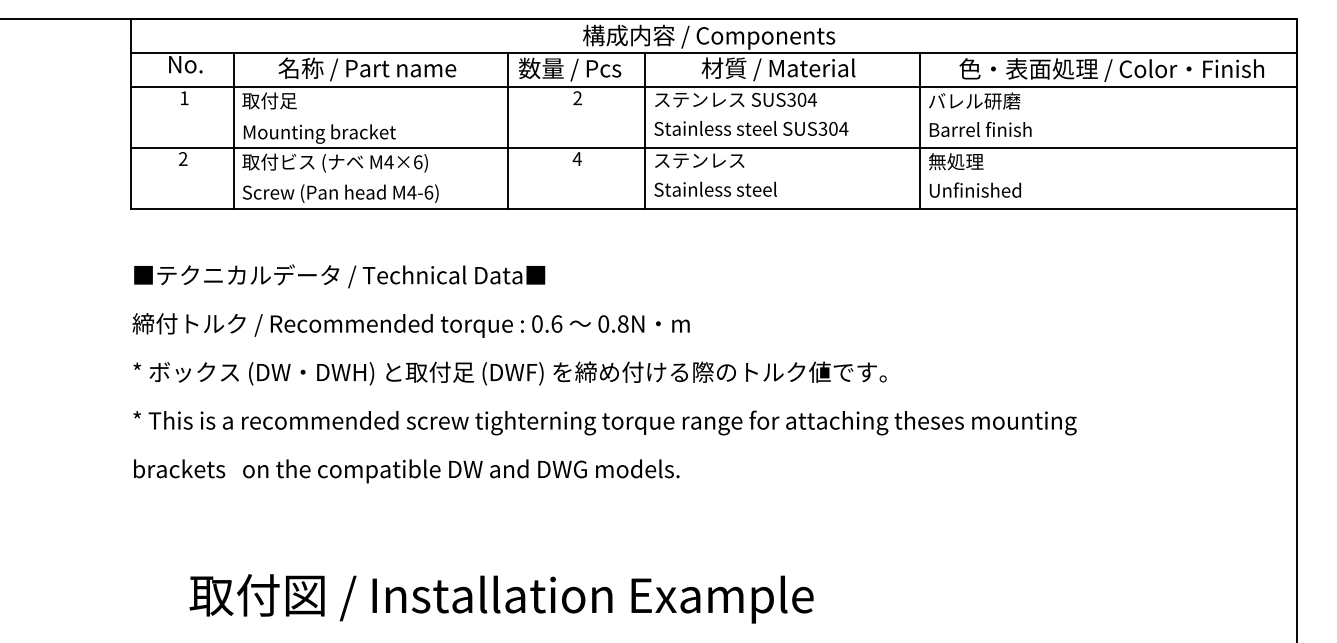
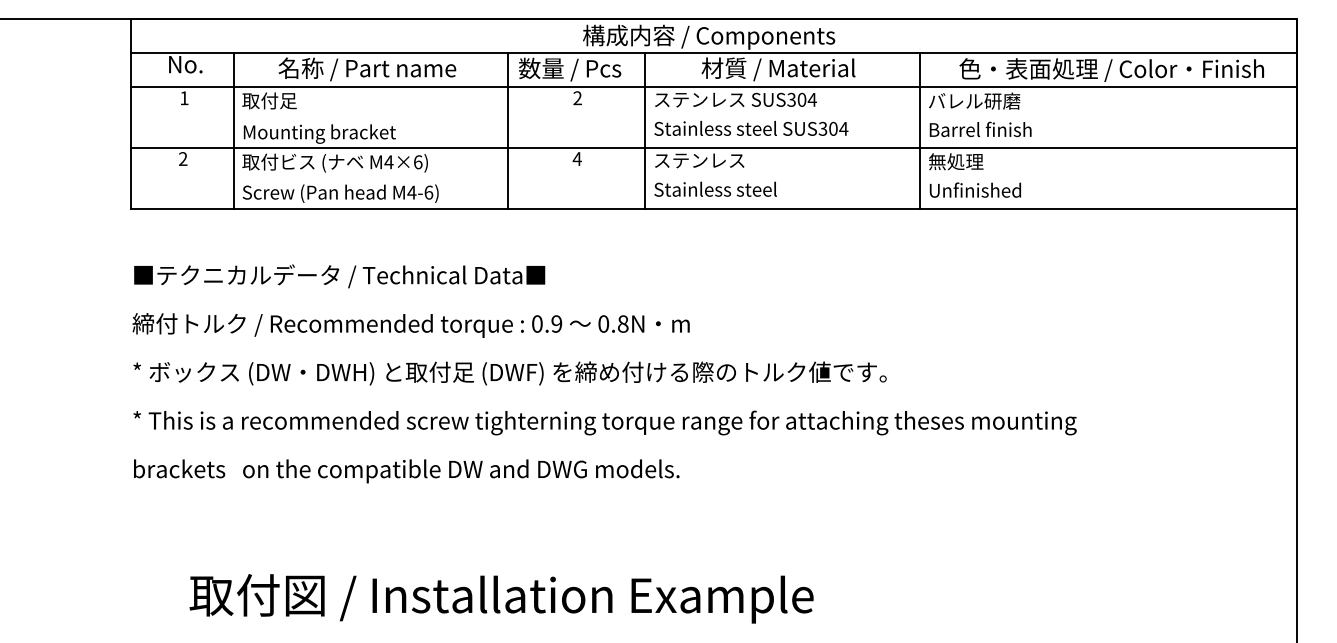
text at (556, 323): 0.6 -> 0.9
